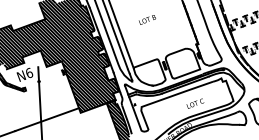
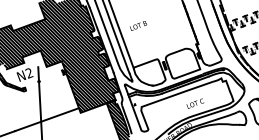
text at (146, 19) position: (146, 19) -> (137, 25)
text at (29, 72): N6 -> N2
